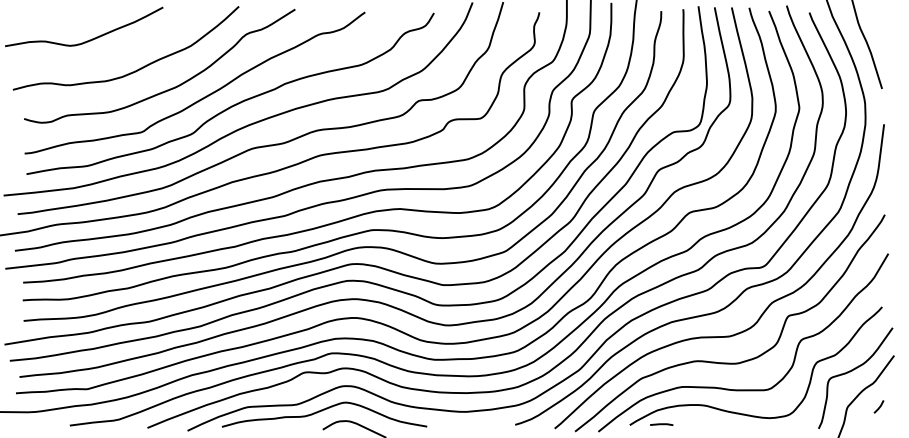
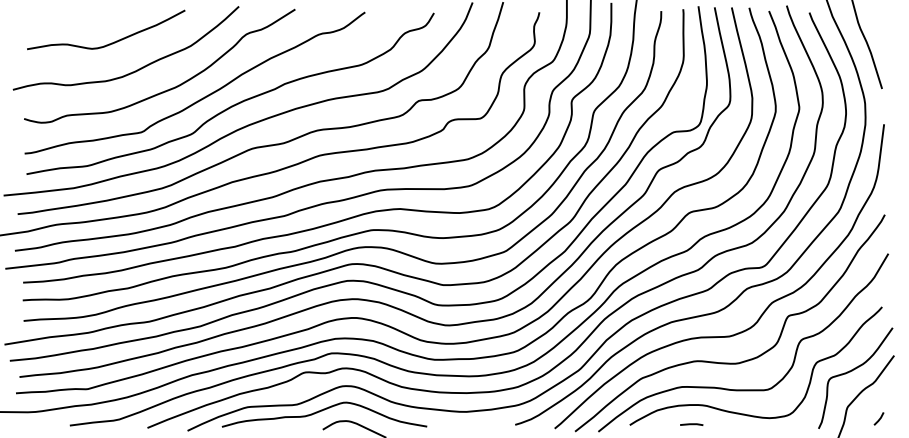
curve at (89, 39) position: (89, 39) -> (111, 42)
line at (879, 406) position: (879, 406) -> (879, 418)
line at (661, 424) position: (661, 424) -> (691, 424)
